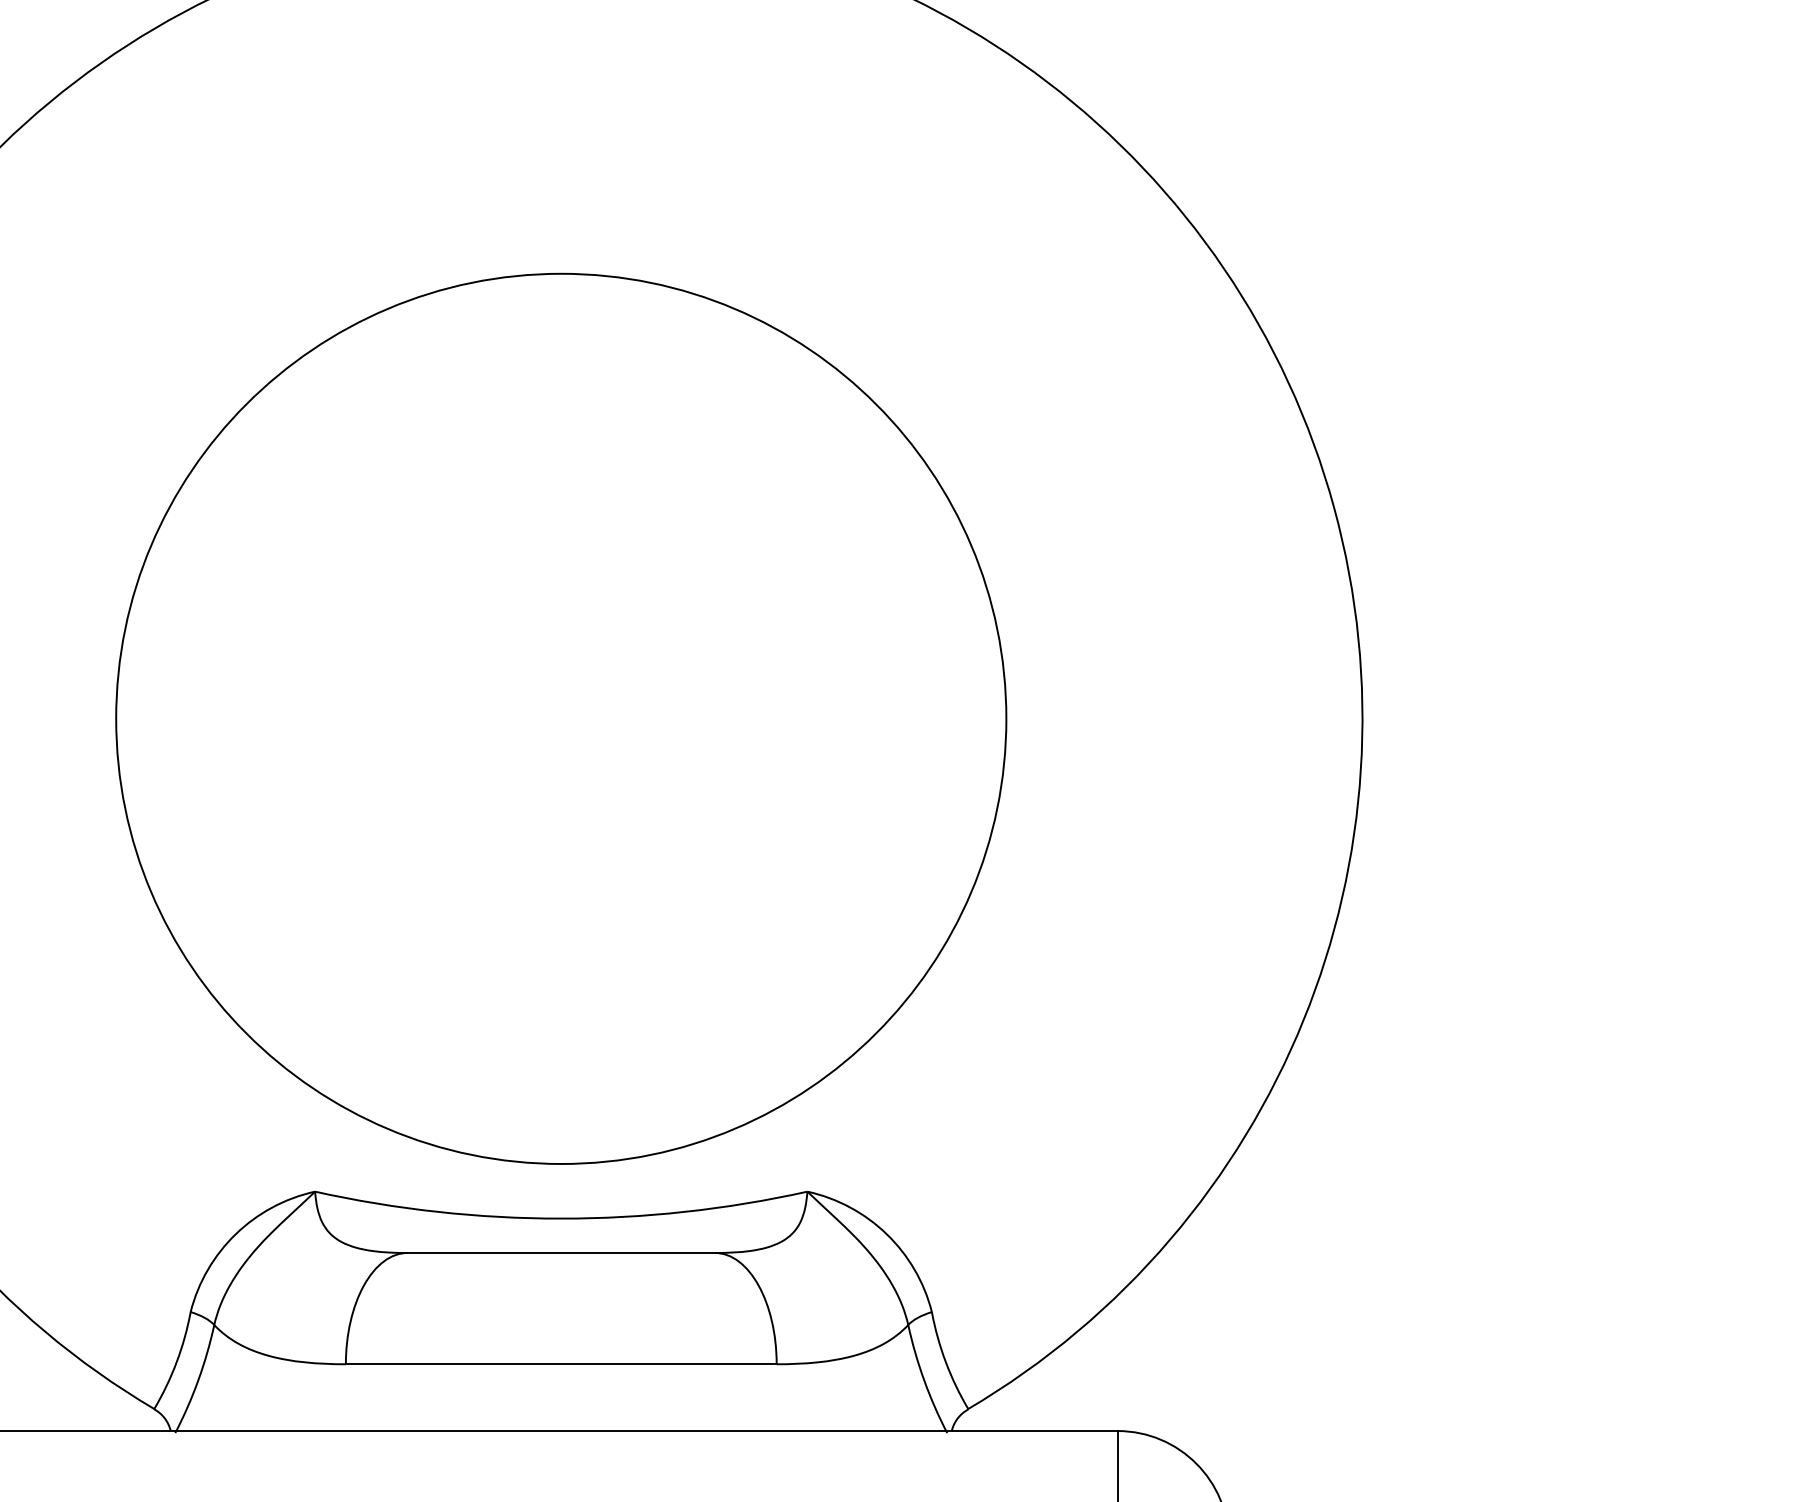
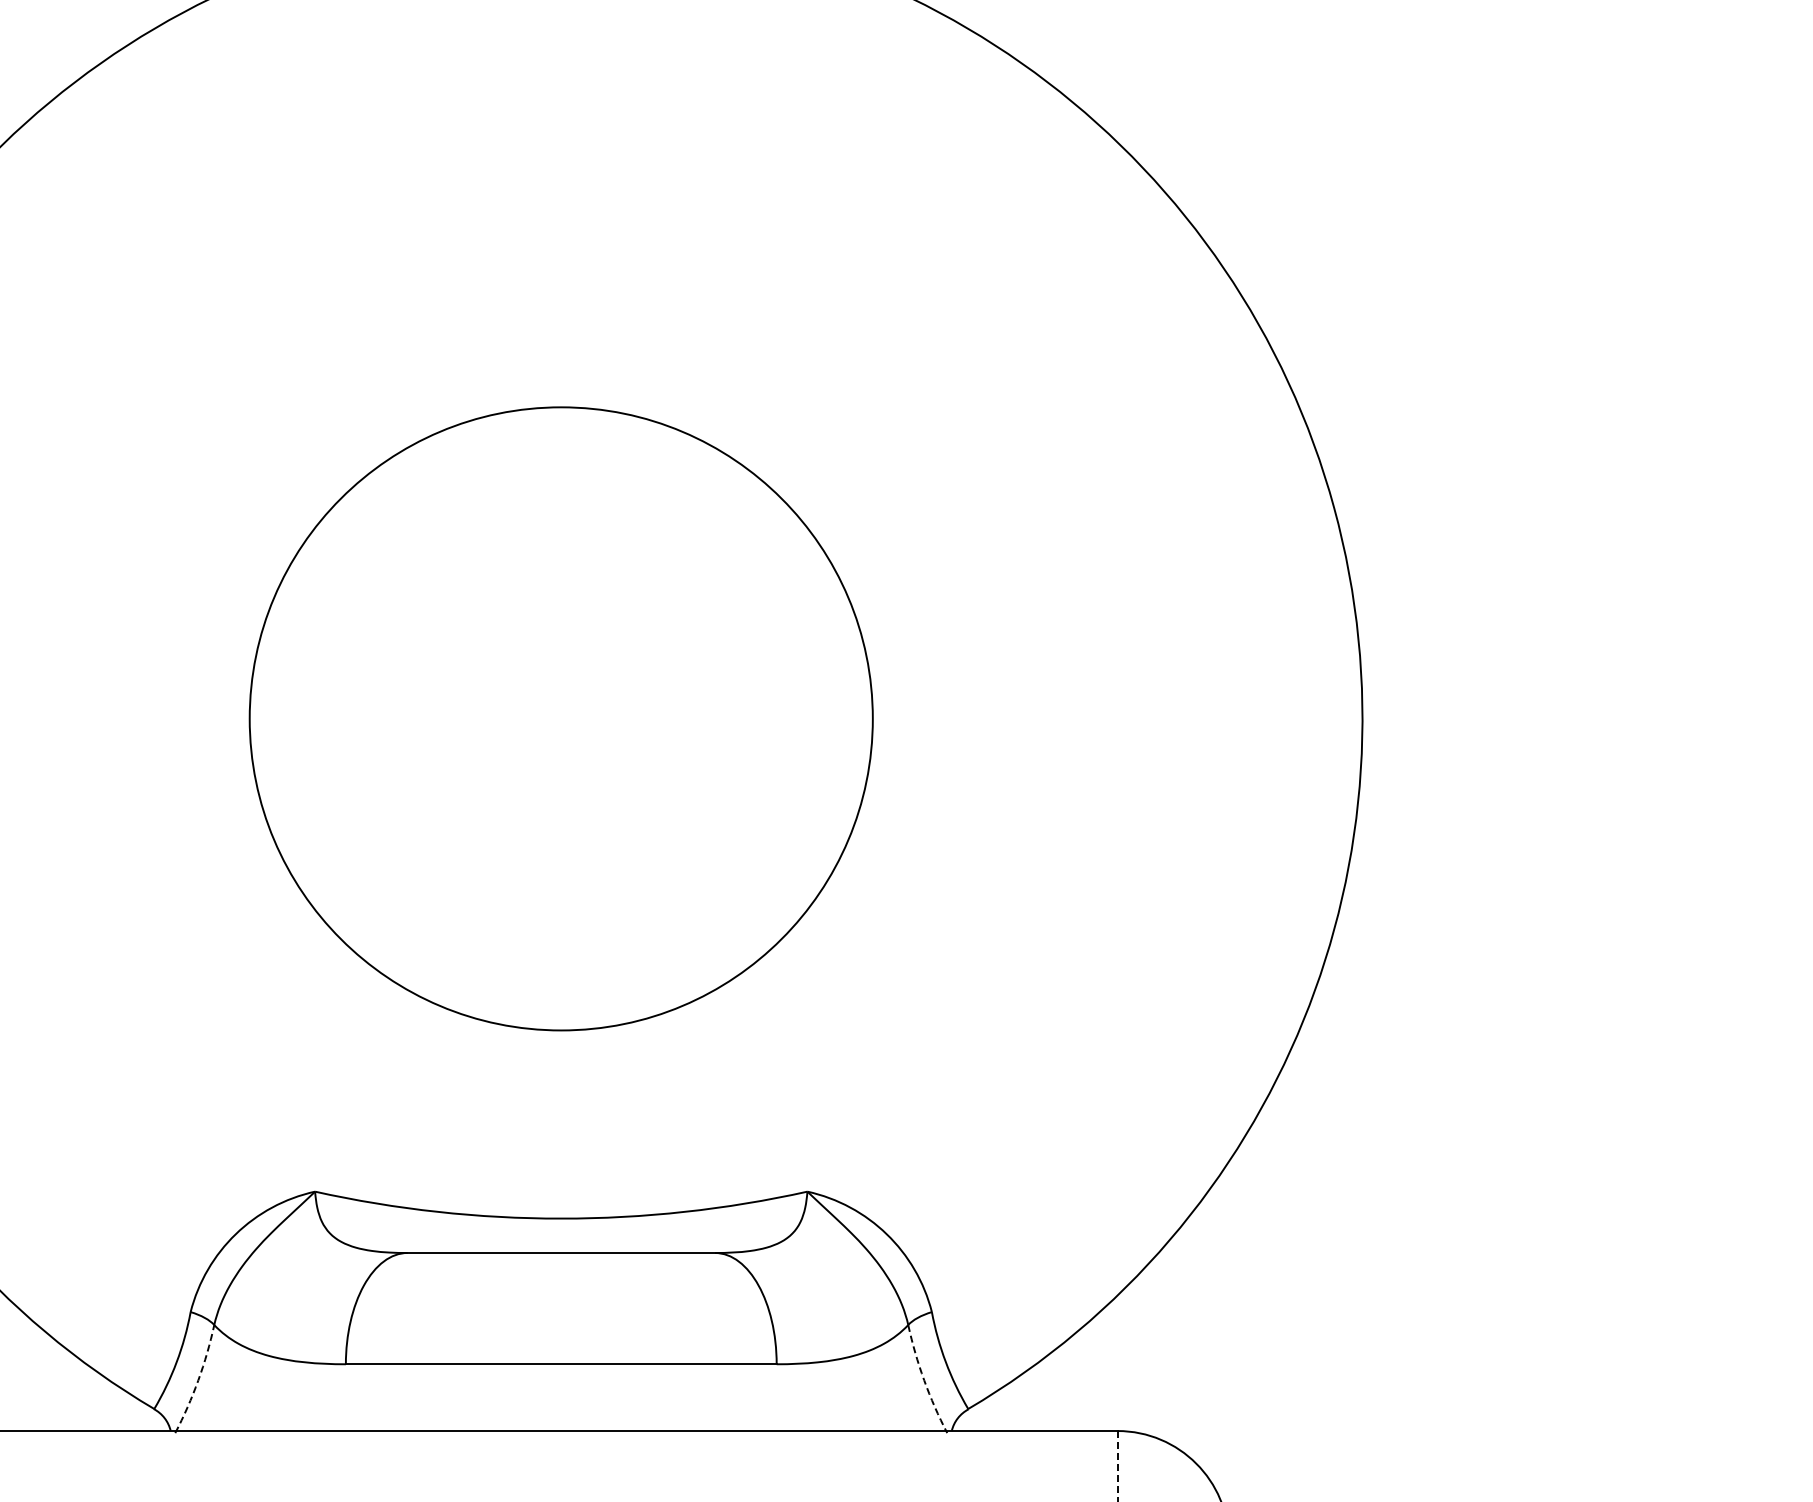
circle at (561, 718) diameter: 890 px -> 623 px
arc at (198, 1380): solid -> dashed
arc at (924, 1380): solid -> dashed
line at (1117, 1466): solid -> dashed
